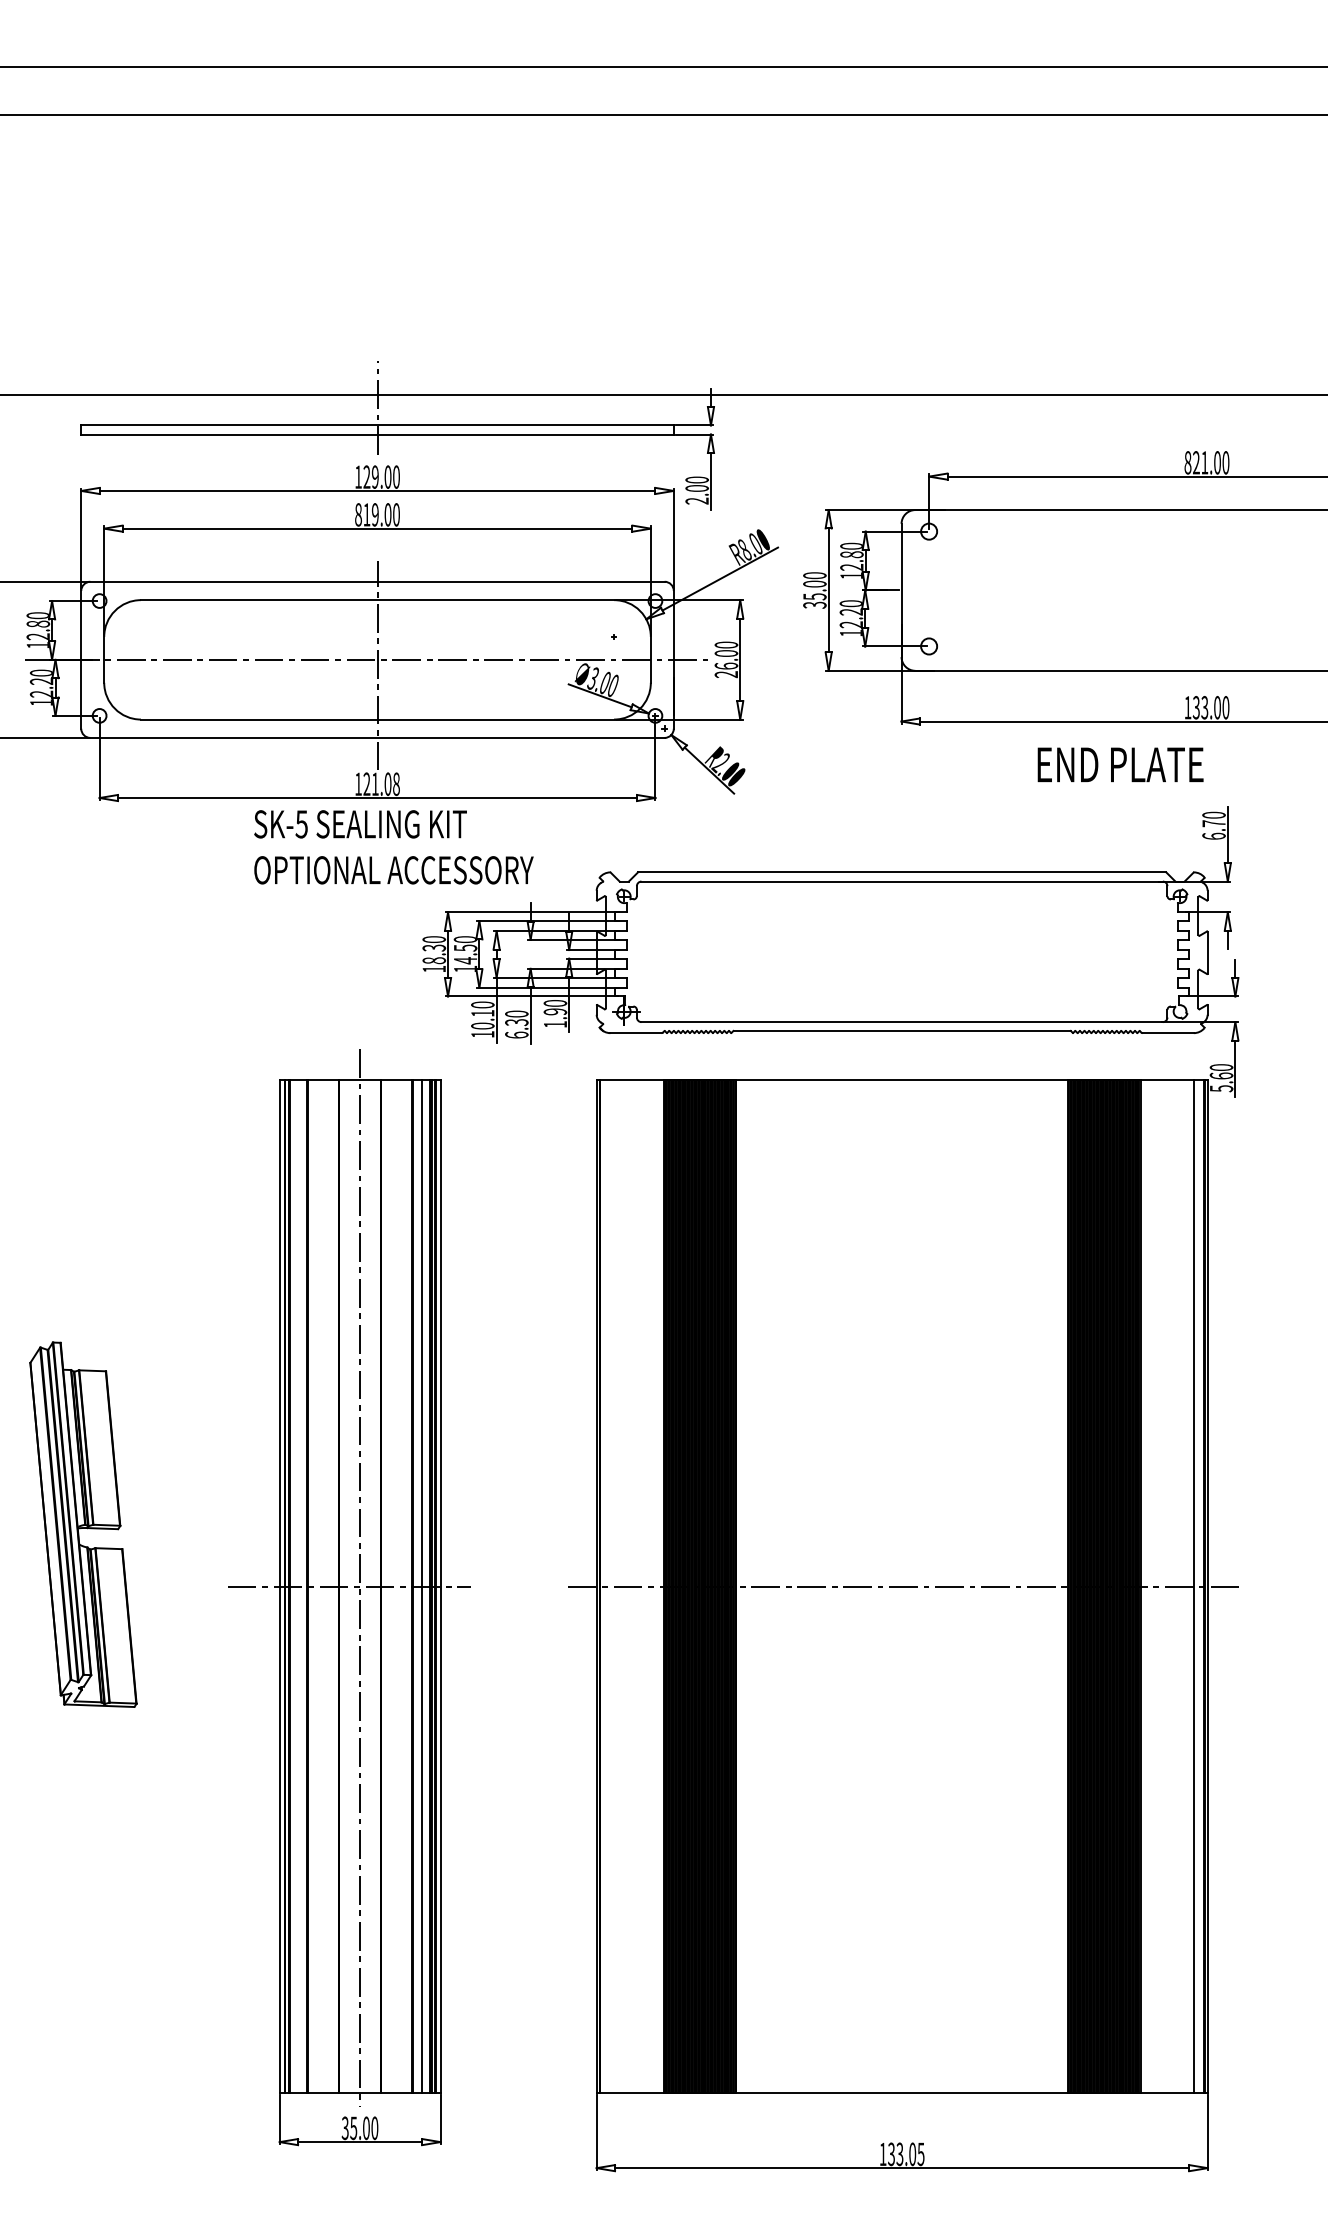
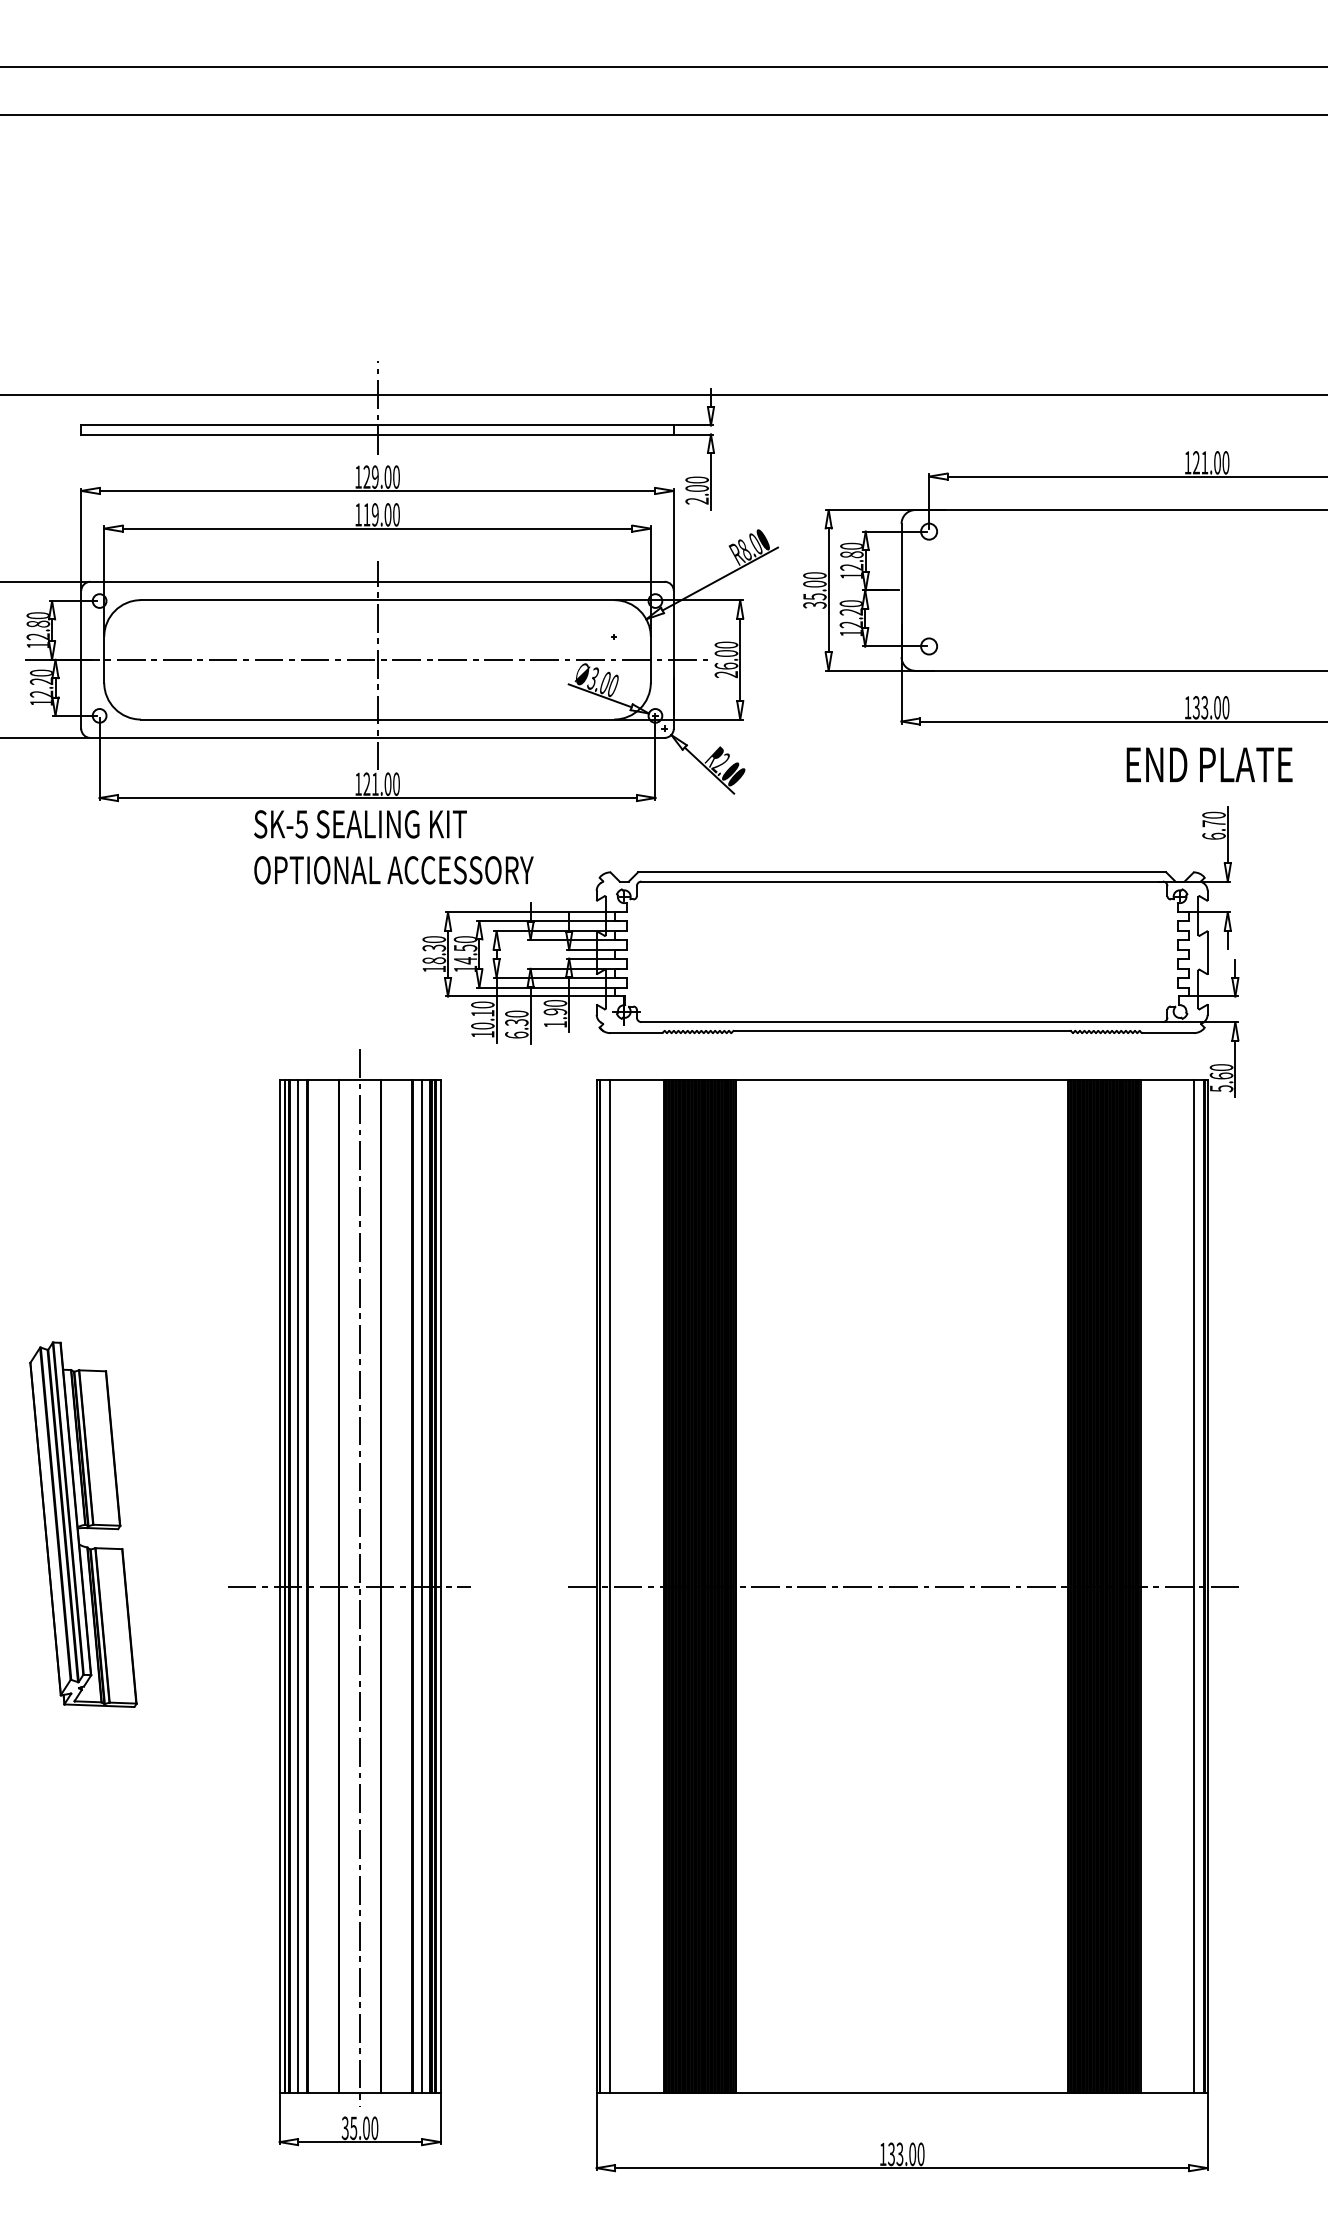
text at (1187, 462): 821.00 -> 121.00
text at (358, 514): 819.00 -> 119.00
text at (1120, 764) position: (1120, 764) -> (1209, 764)
text at (396, 784): 121.08 -> 121.00
line at (298, 1586): none -> present
line at (610, 1586): none -> present
text at (920, 2153): 133.05 -> 133.00
